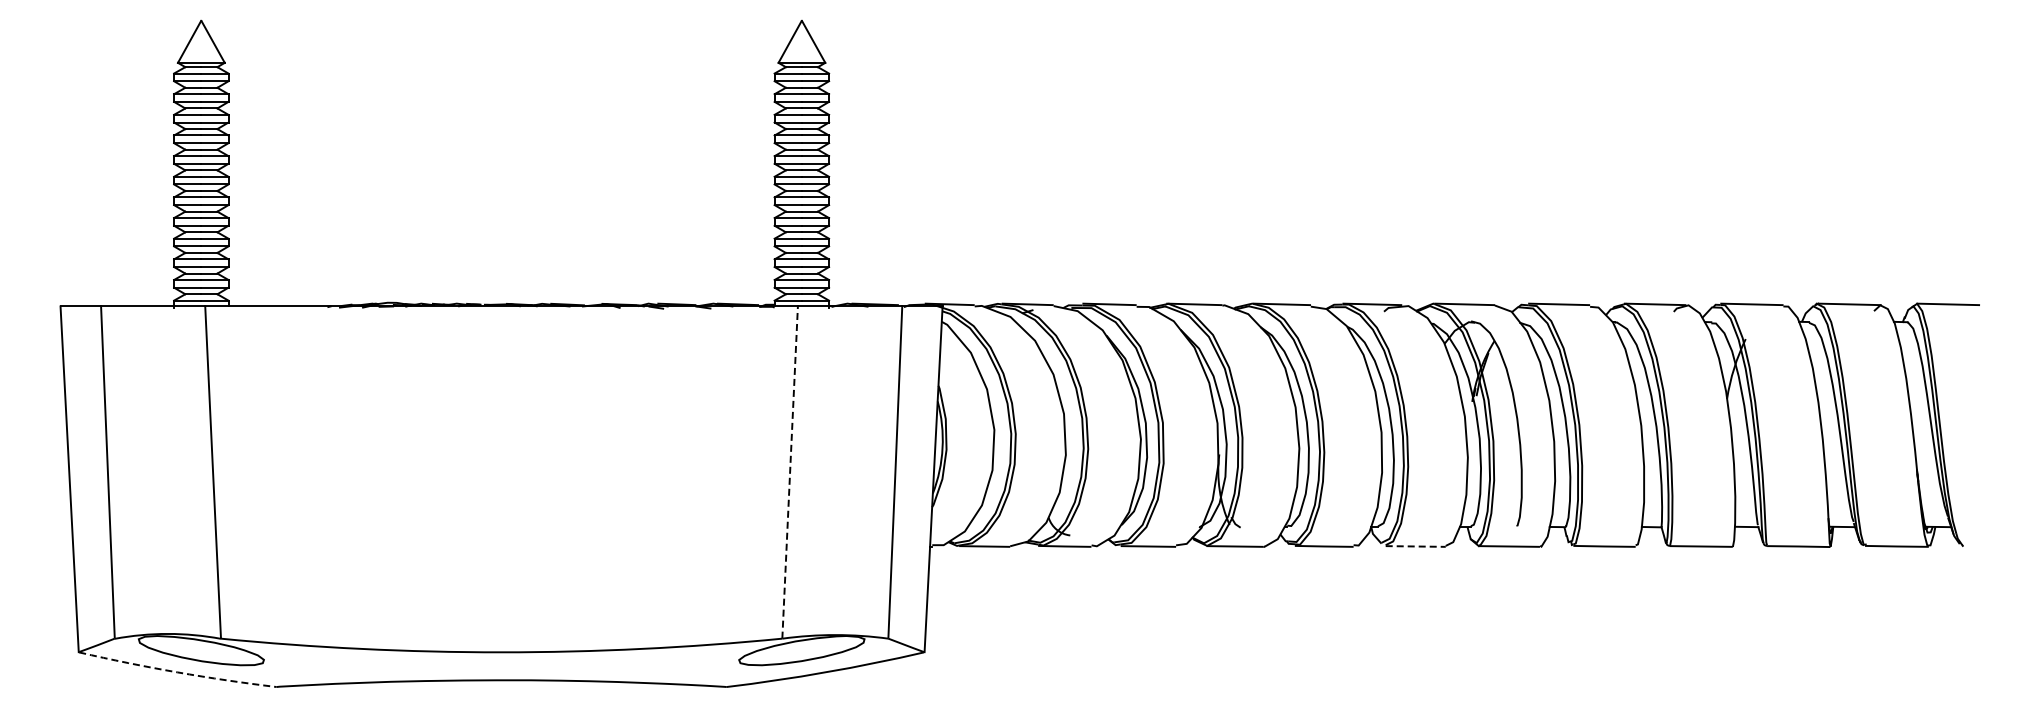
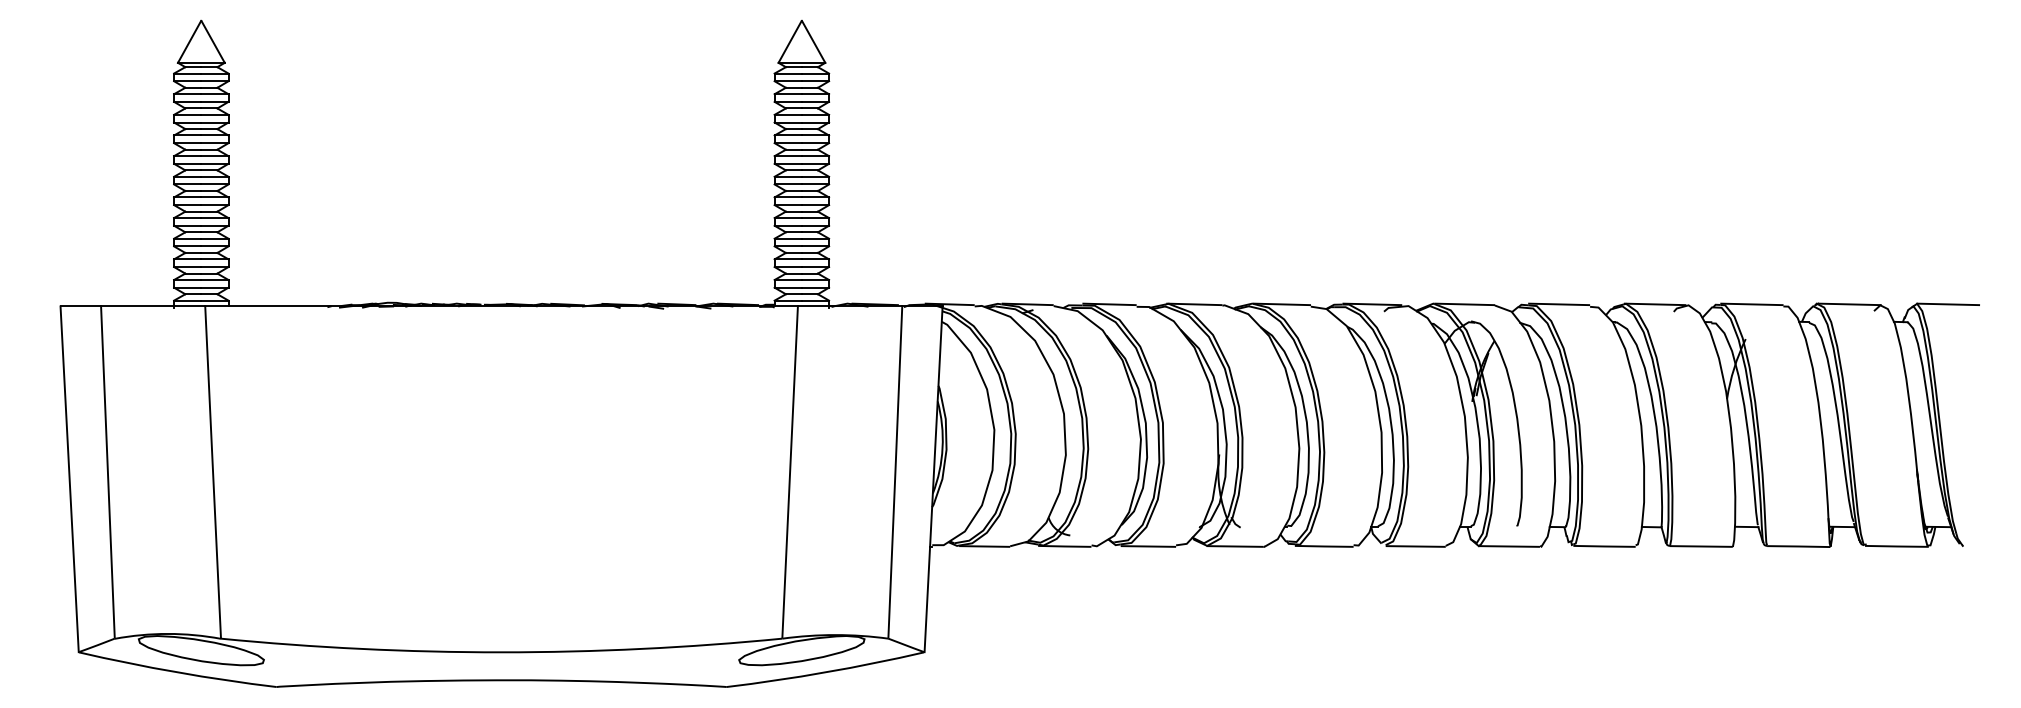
line at (790, 471): dashed -> solid
line at (1415, 546): dashed -> solid
arc at (177, 672): dashed -> solid
